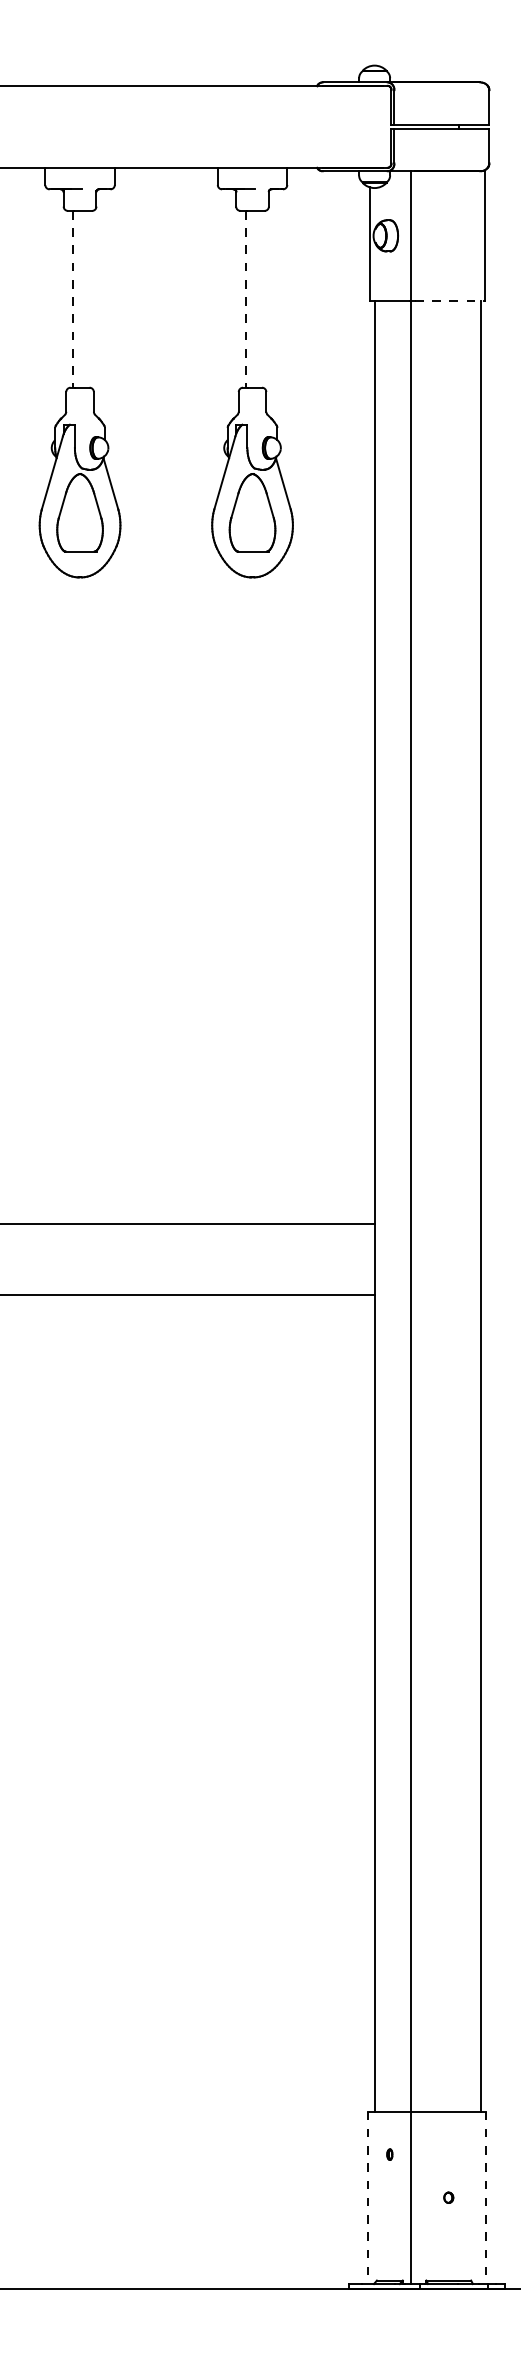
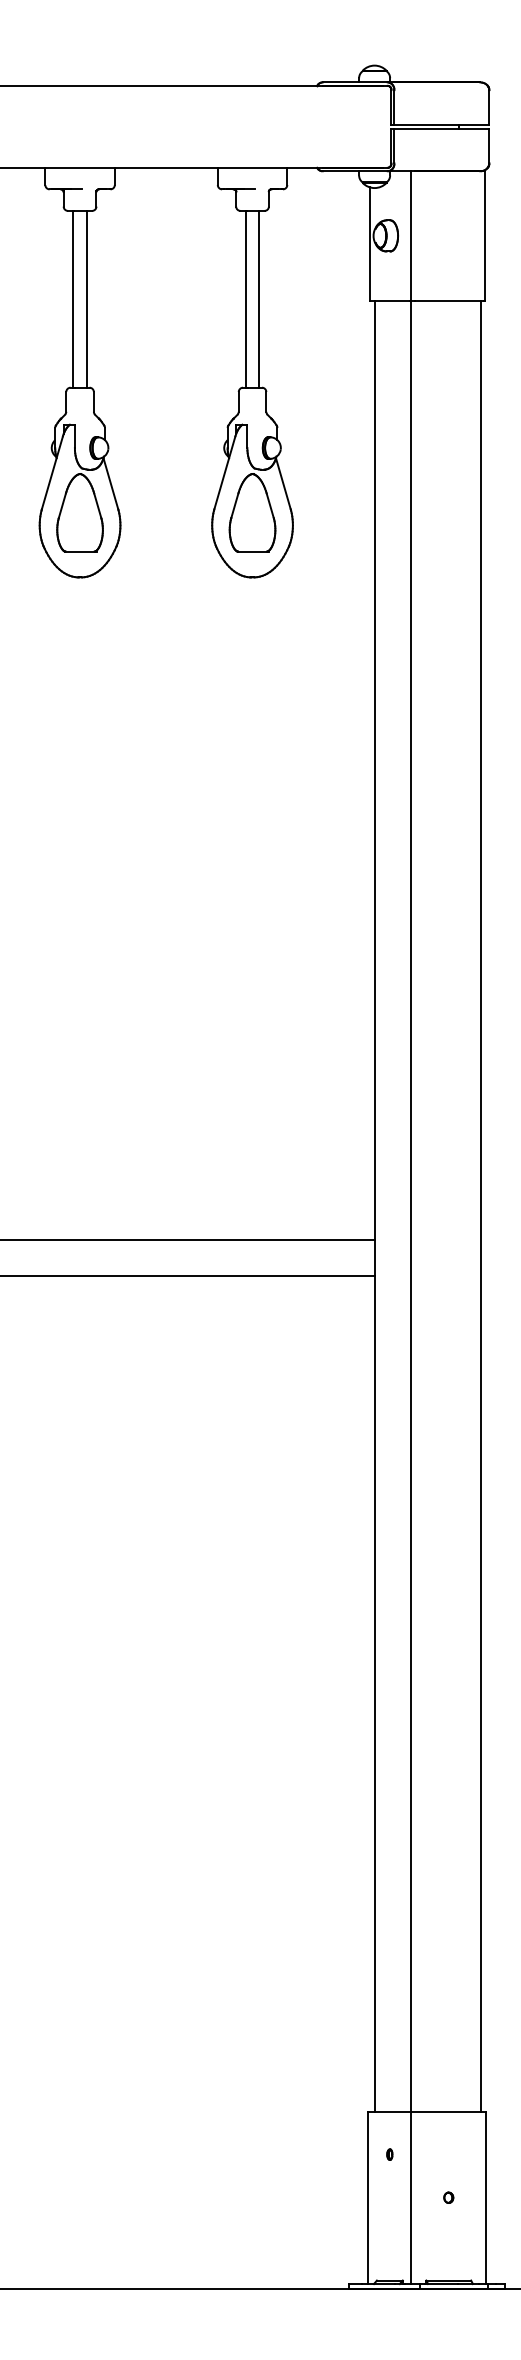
line at (86, 298): none -> present
line at (259, 298): none -> present
line at (73, 299): dashed -> solid
line at (245, 299): dashed -> solid
line at (449, 300): dashed -> solid
line at (188, 1223) position: (188, 1223) -> (188, 1239)
line at (188, 1294) position: (188, 1294) -> (188, 1275)
line at (368, 2198): dashed -> solid
line at (486, 2198): dashed -> solid
